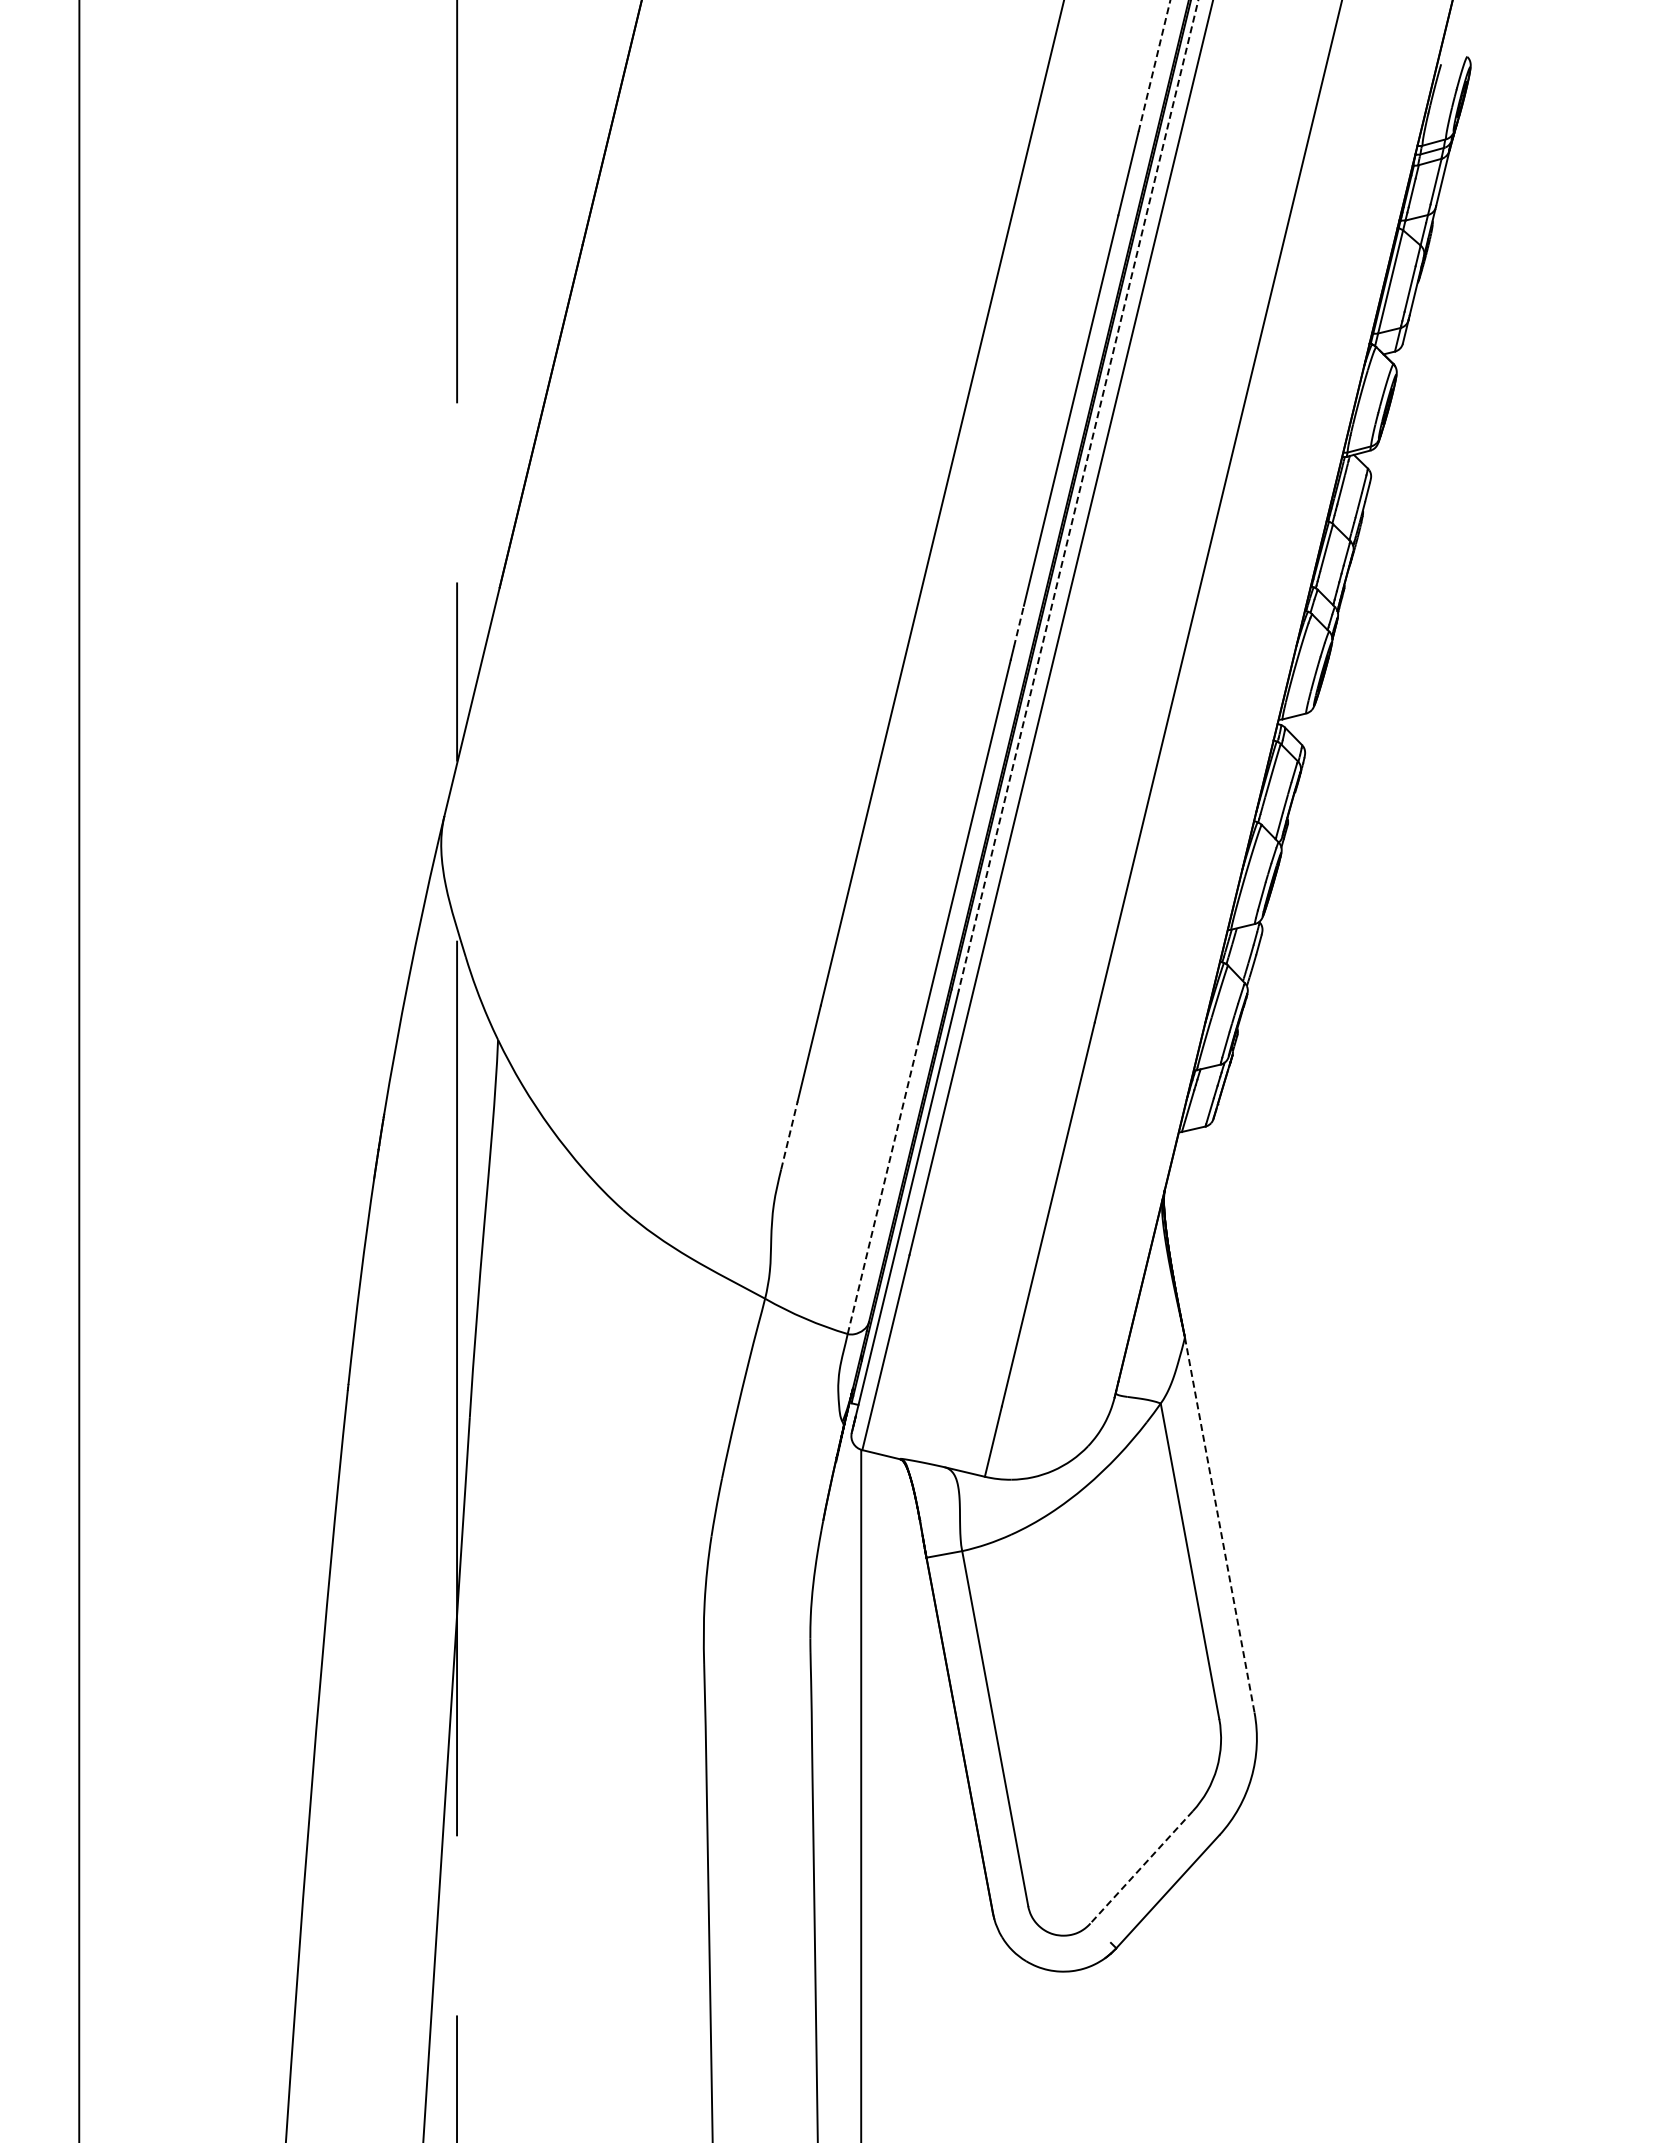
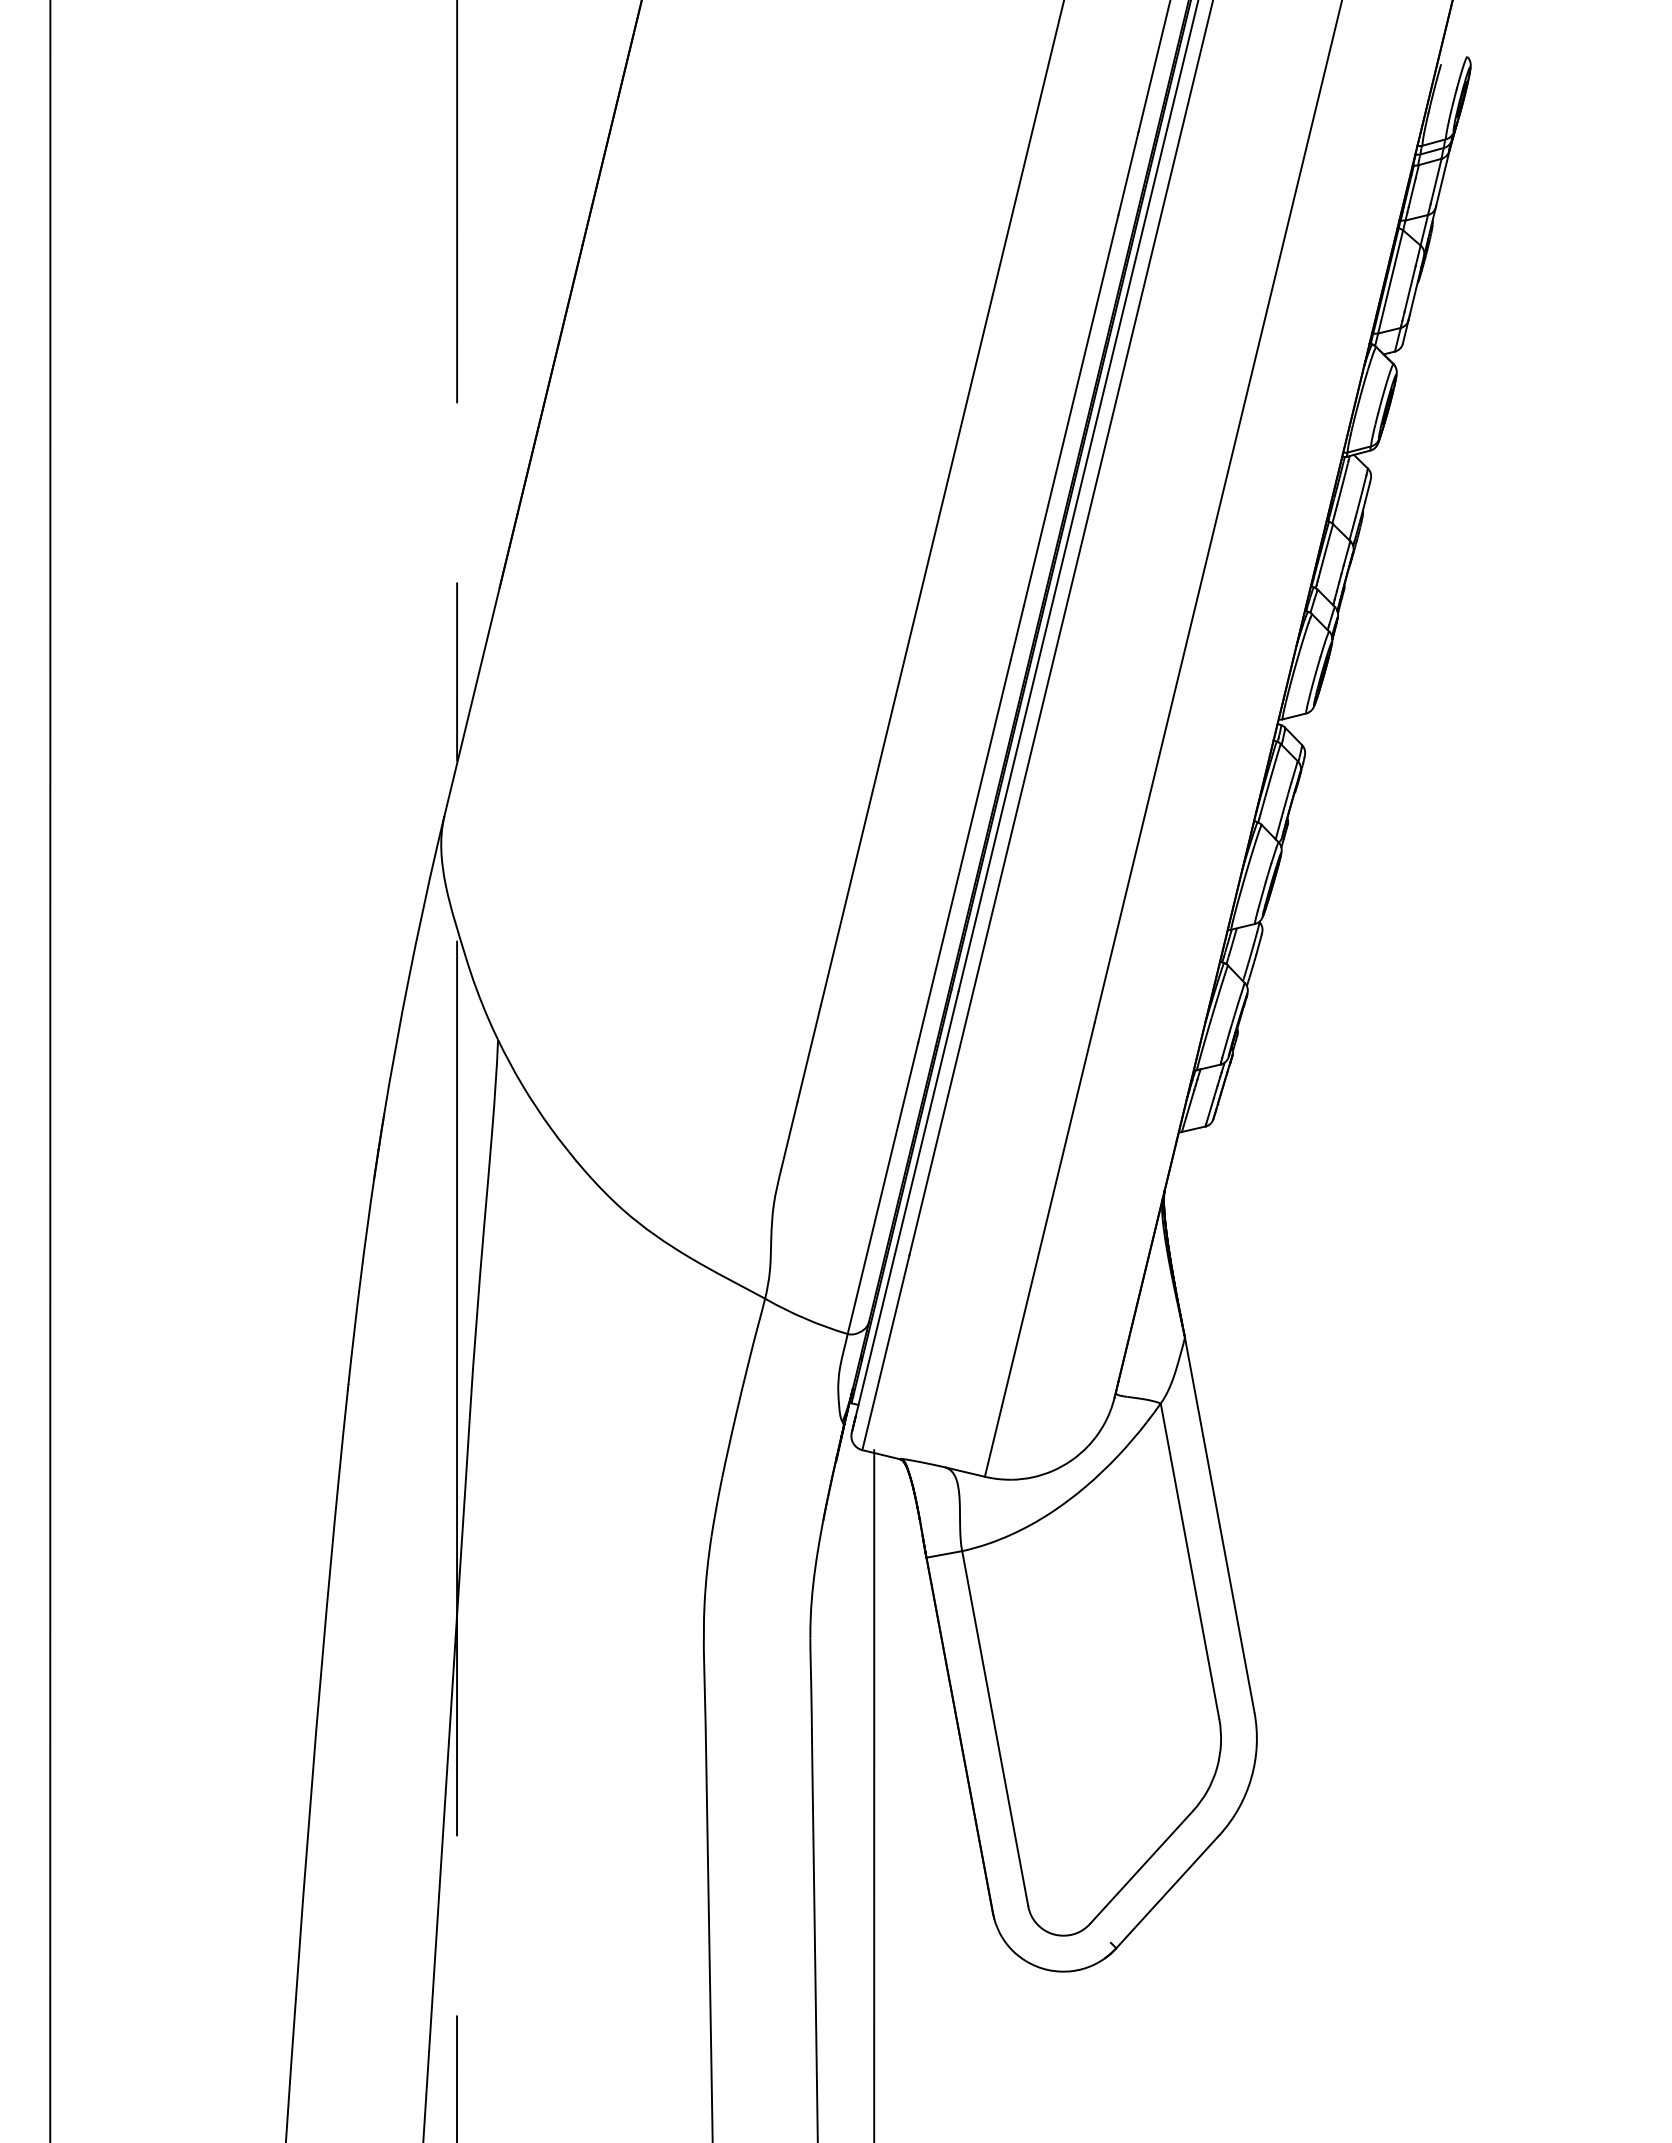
line at (1154, 65): dashed -> solid
line at (1078, 495): dashed -> solid
line at (1019, 625): dashed -> solid
line at (79, 1070) position: (79, 1070) -> (50, 1070)
line at (789, 1135): dashed -> solid
line at (882, 1188): dashed -> solid
line at (1219, 1525): dashed -> solid
line at (861, 1794) position: (861, 1794) -> (874, 1794)
line at (1141, 1867): dashed -> solid
